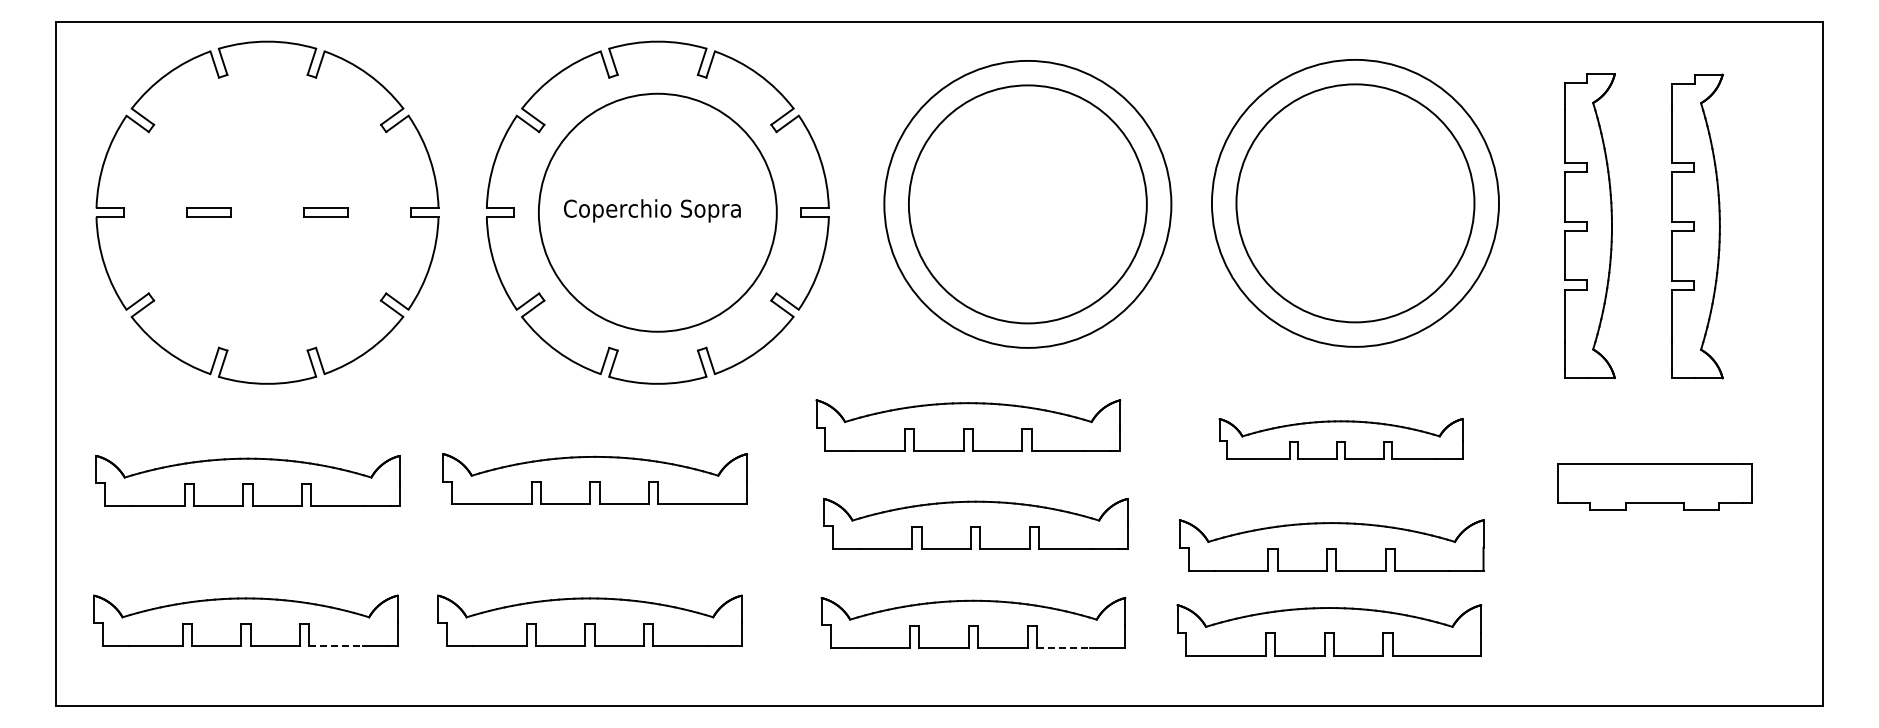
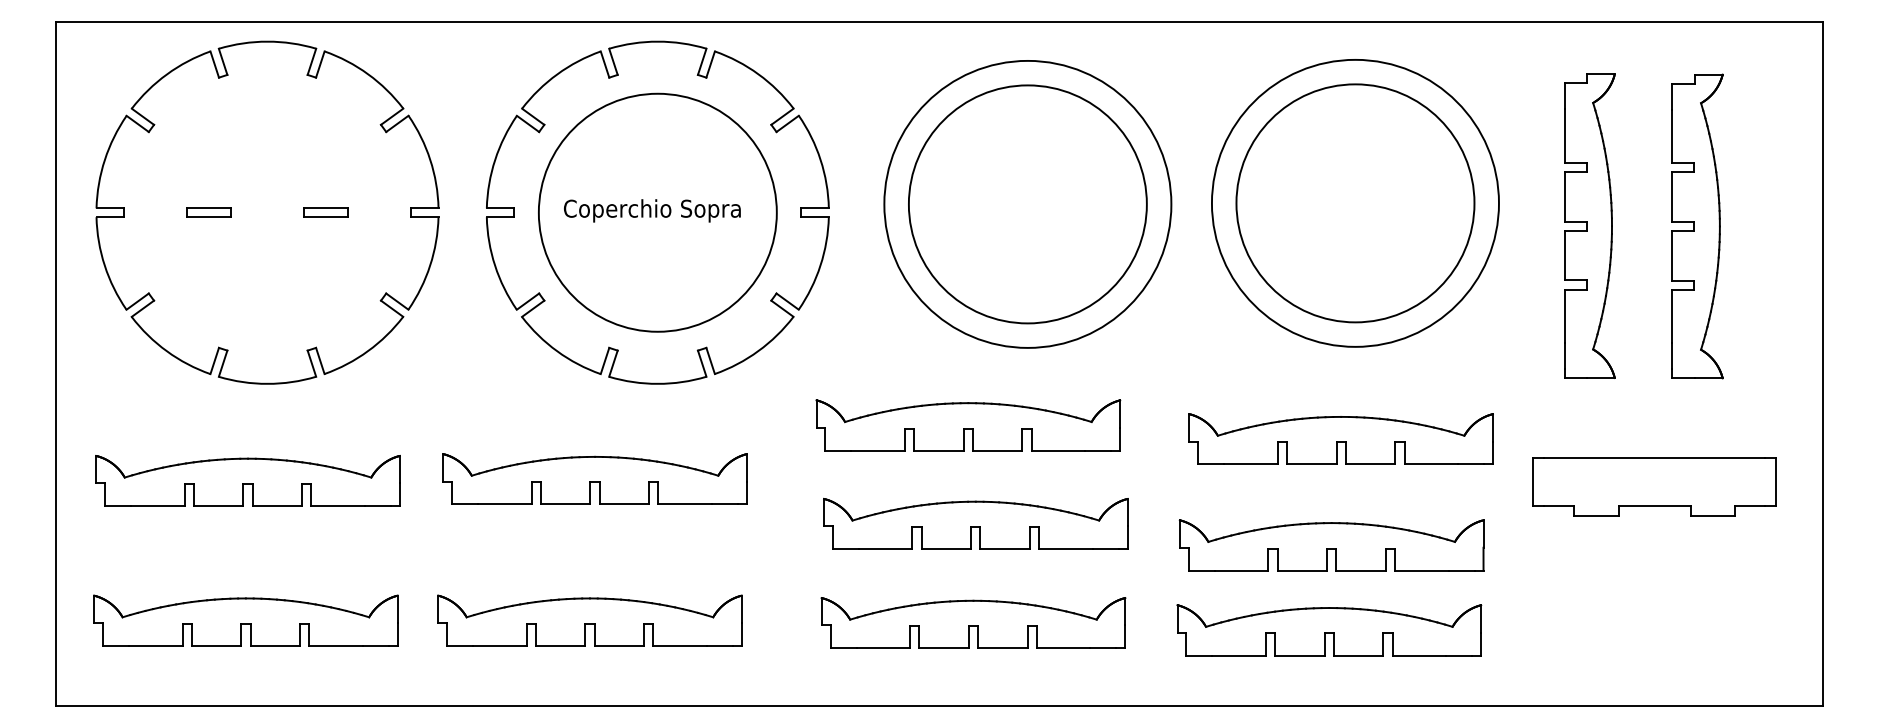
part at (1340, 438) size: 246x42 px -> 306x52 px
part at (1654, 486) size: 196x48 px -> 245x60 px
line at (336, 645): dashed -> solid
line at (1063, 648): dashed -> solid
